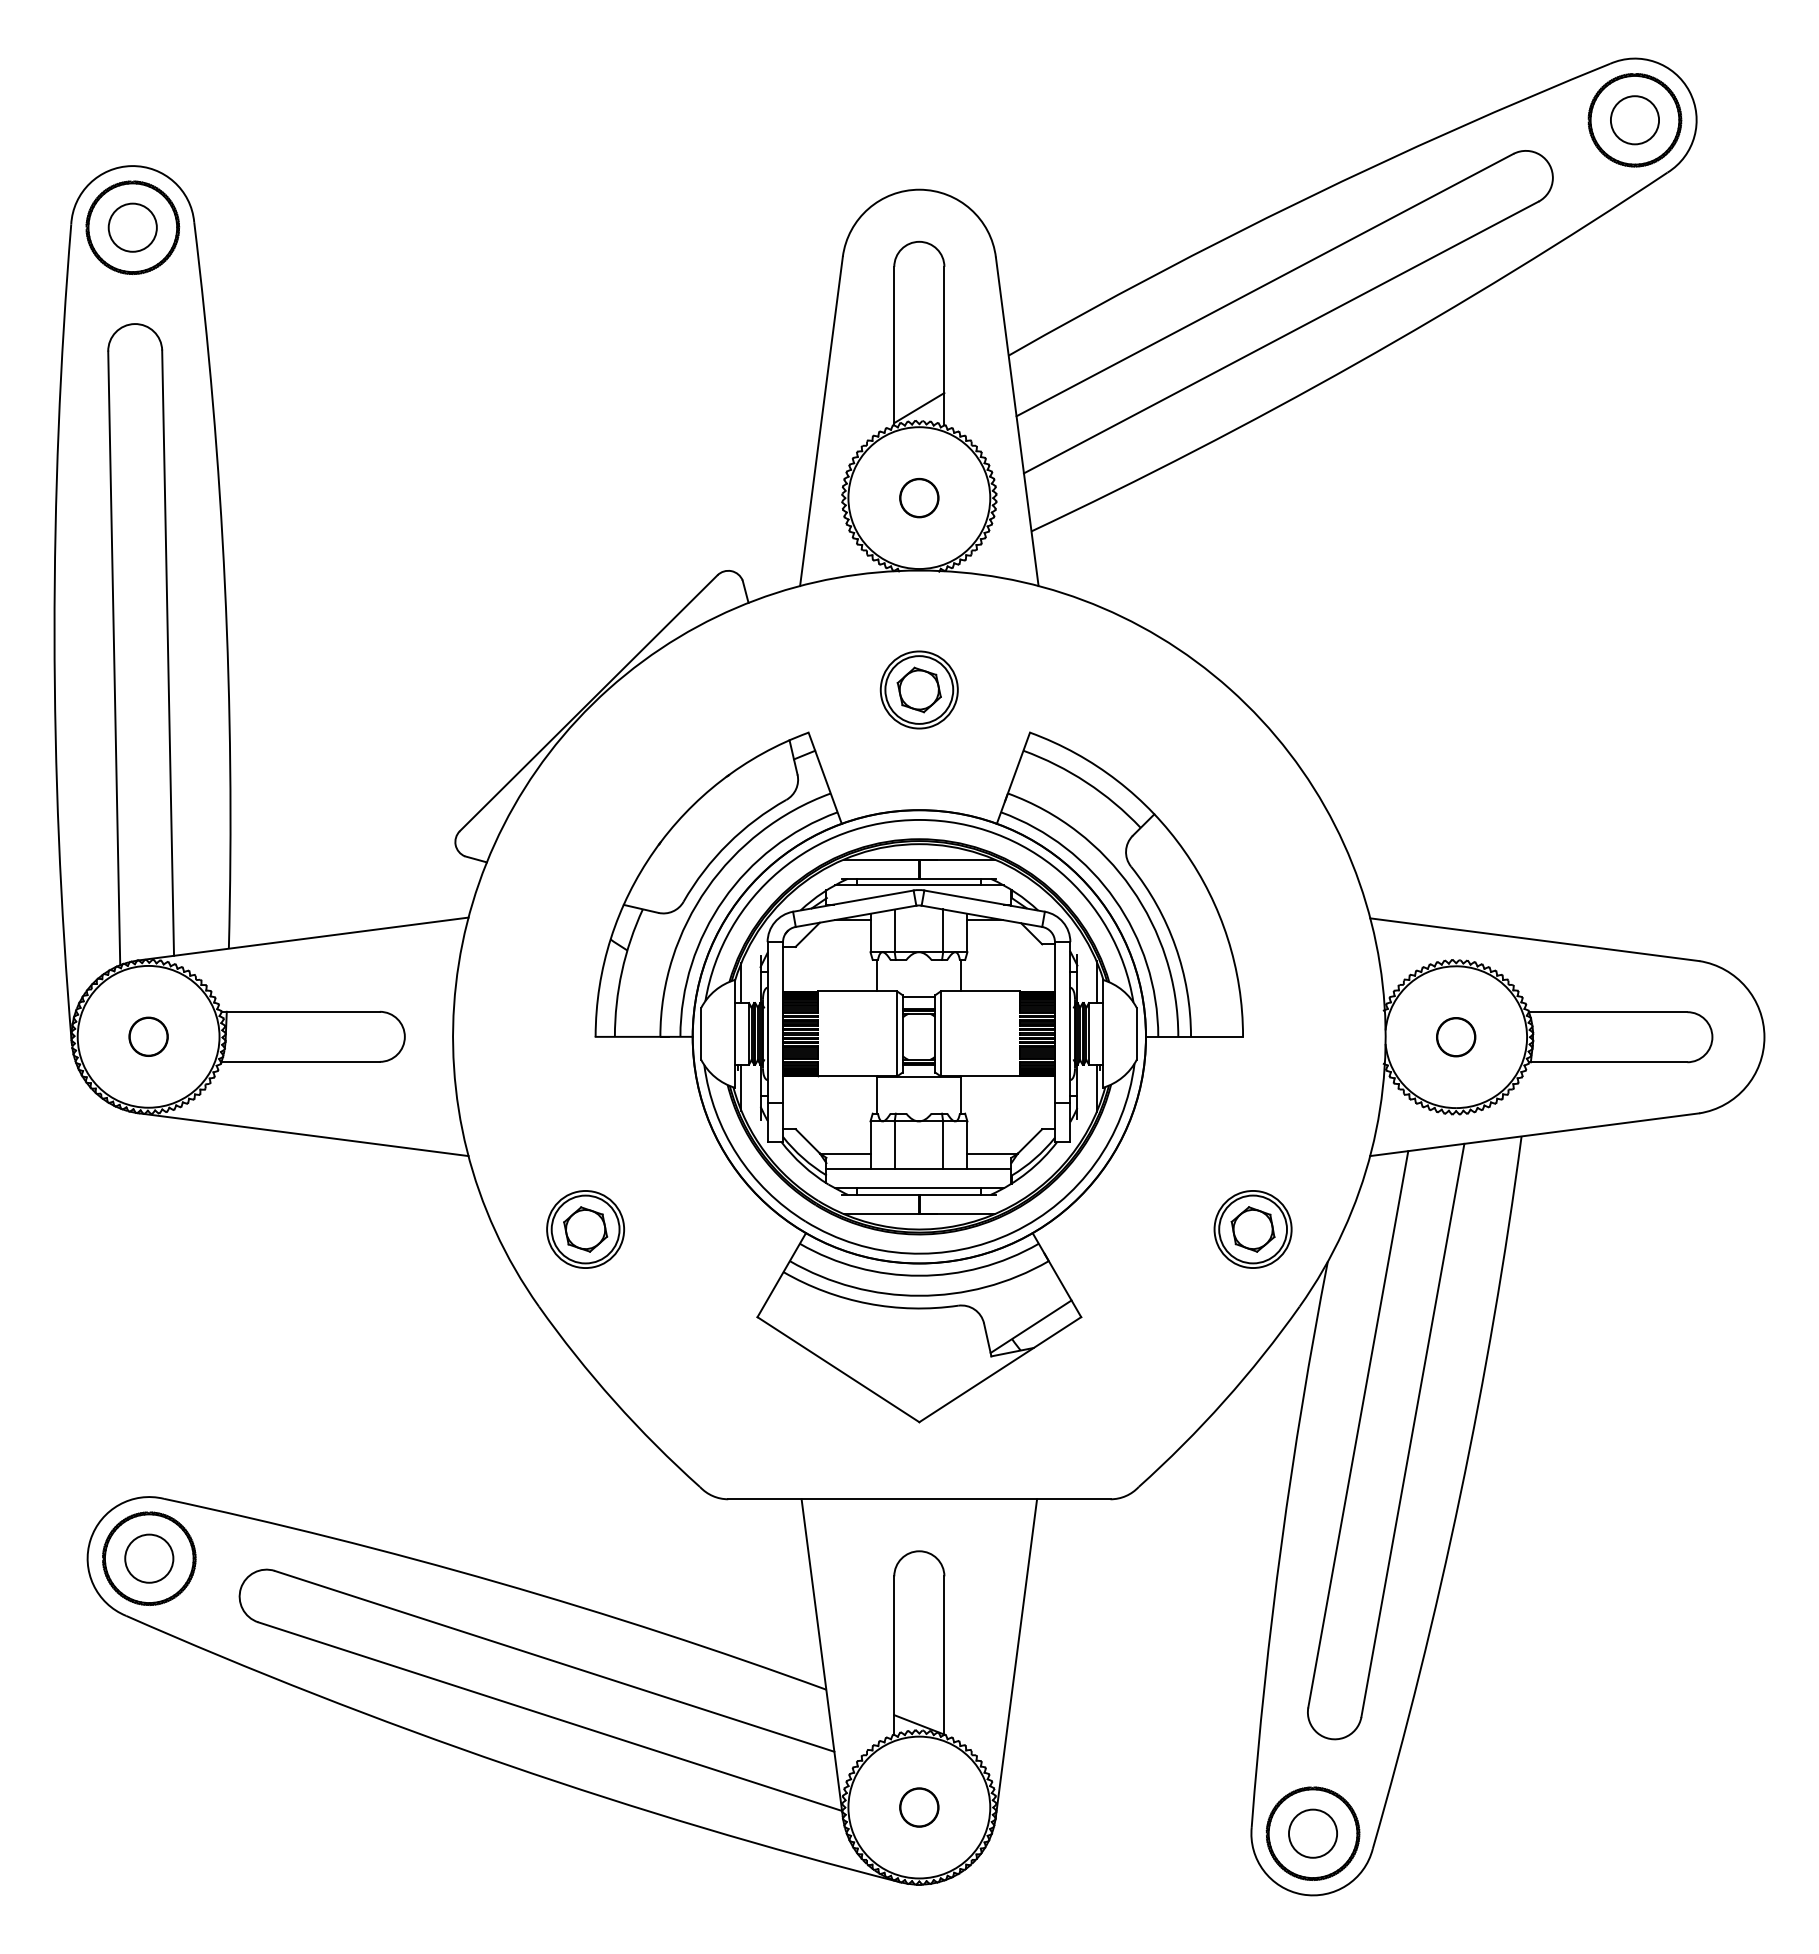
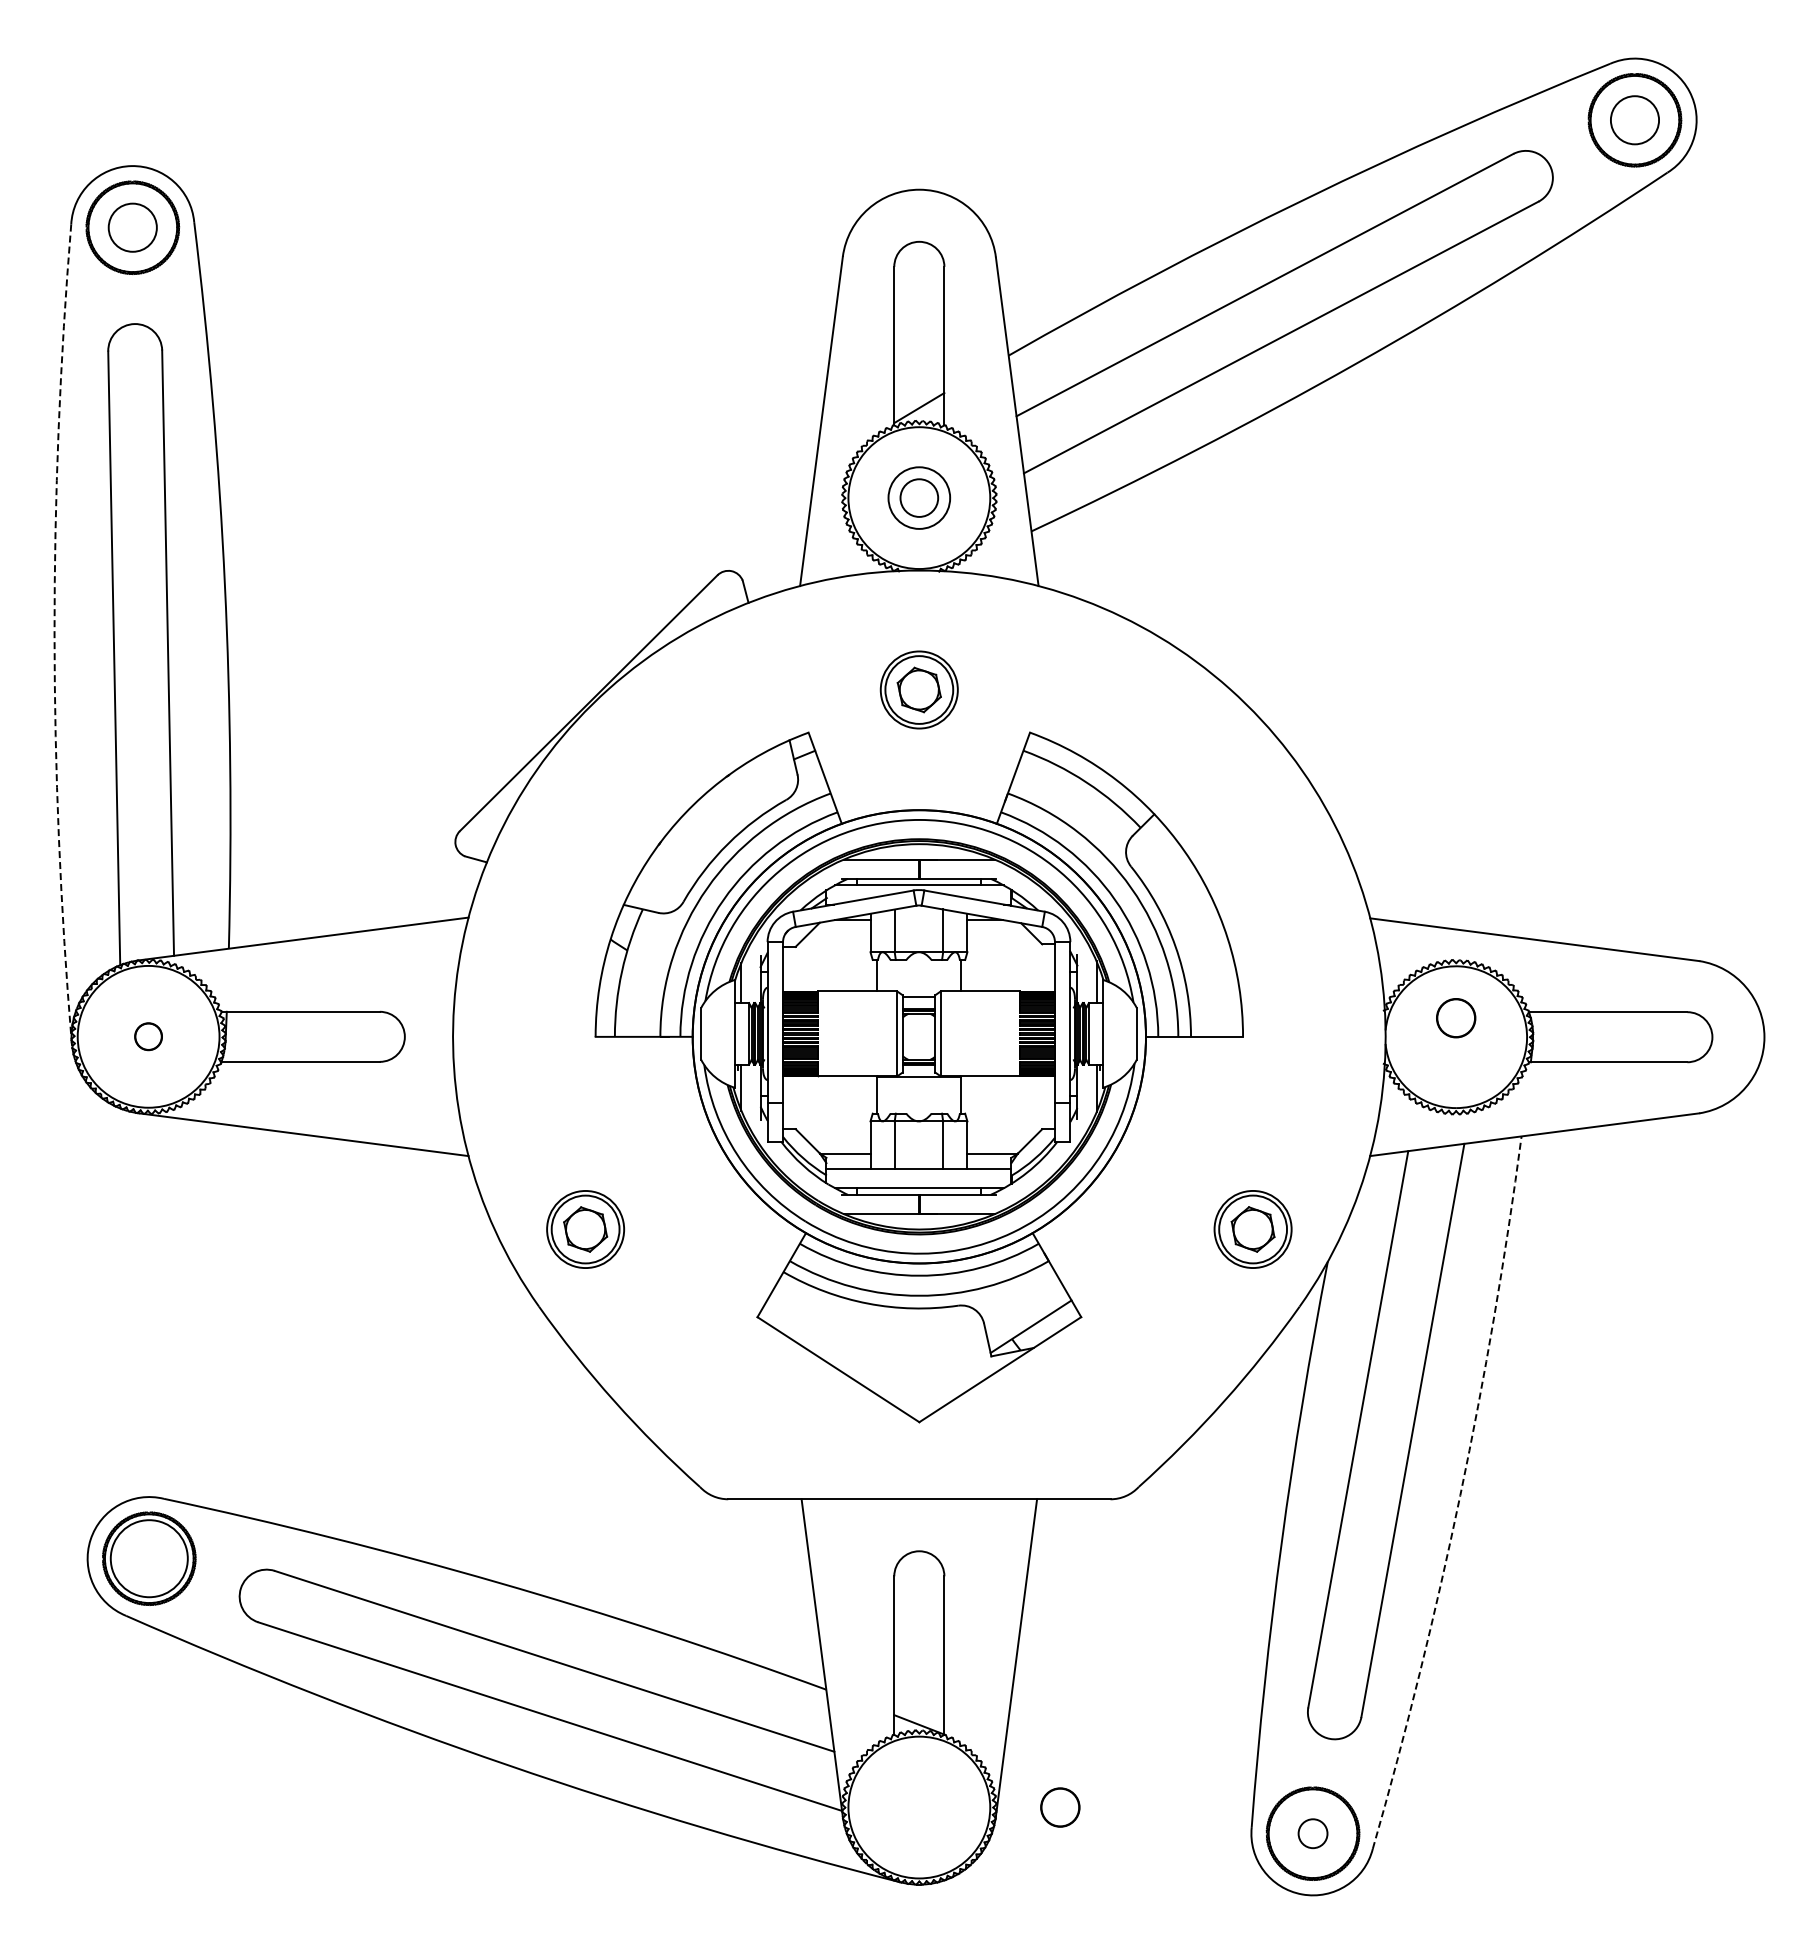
circle at (919, 497) diameter: 39 px -> 62 px
arc at (54, 634): solid -> dashed
circle at (148, 1036) size: 41x41 px -> 29x30 px
circle at (1456, 1037) position: (1456, 1037) -> (1456, 1018)
arc at (1460, 1495): solid -> dashed
circle at (149, 1558) diameter: 48 px -> 77 px
circle at (919, 1807) position: (919, 1807) -> (1060, 1807)
circle at (1312, 1833) diameter: 48 px -> 29 px
